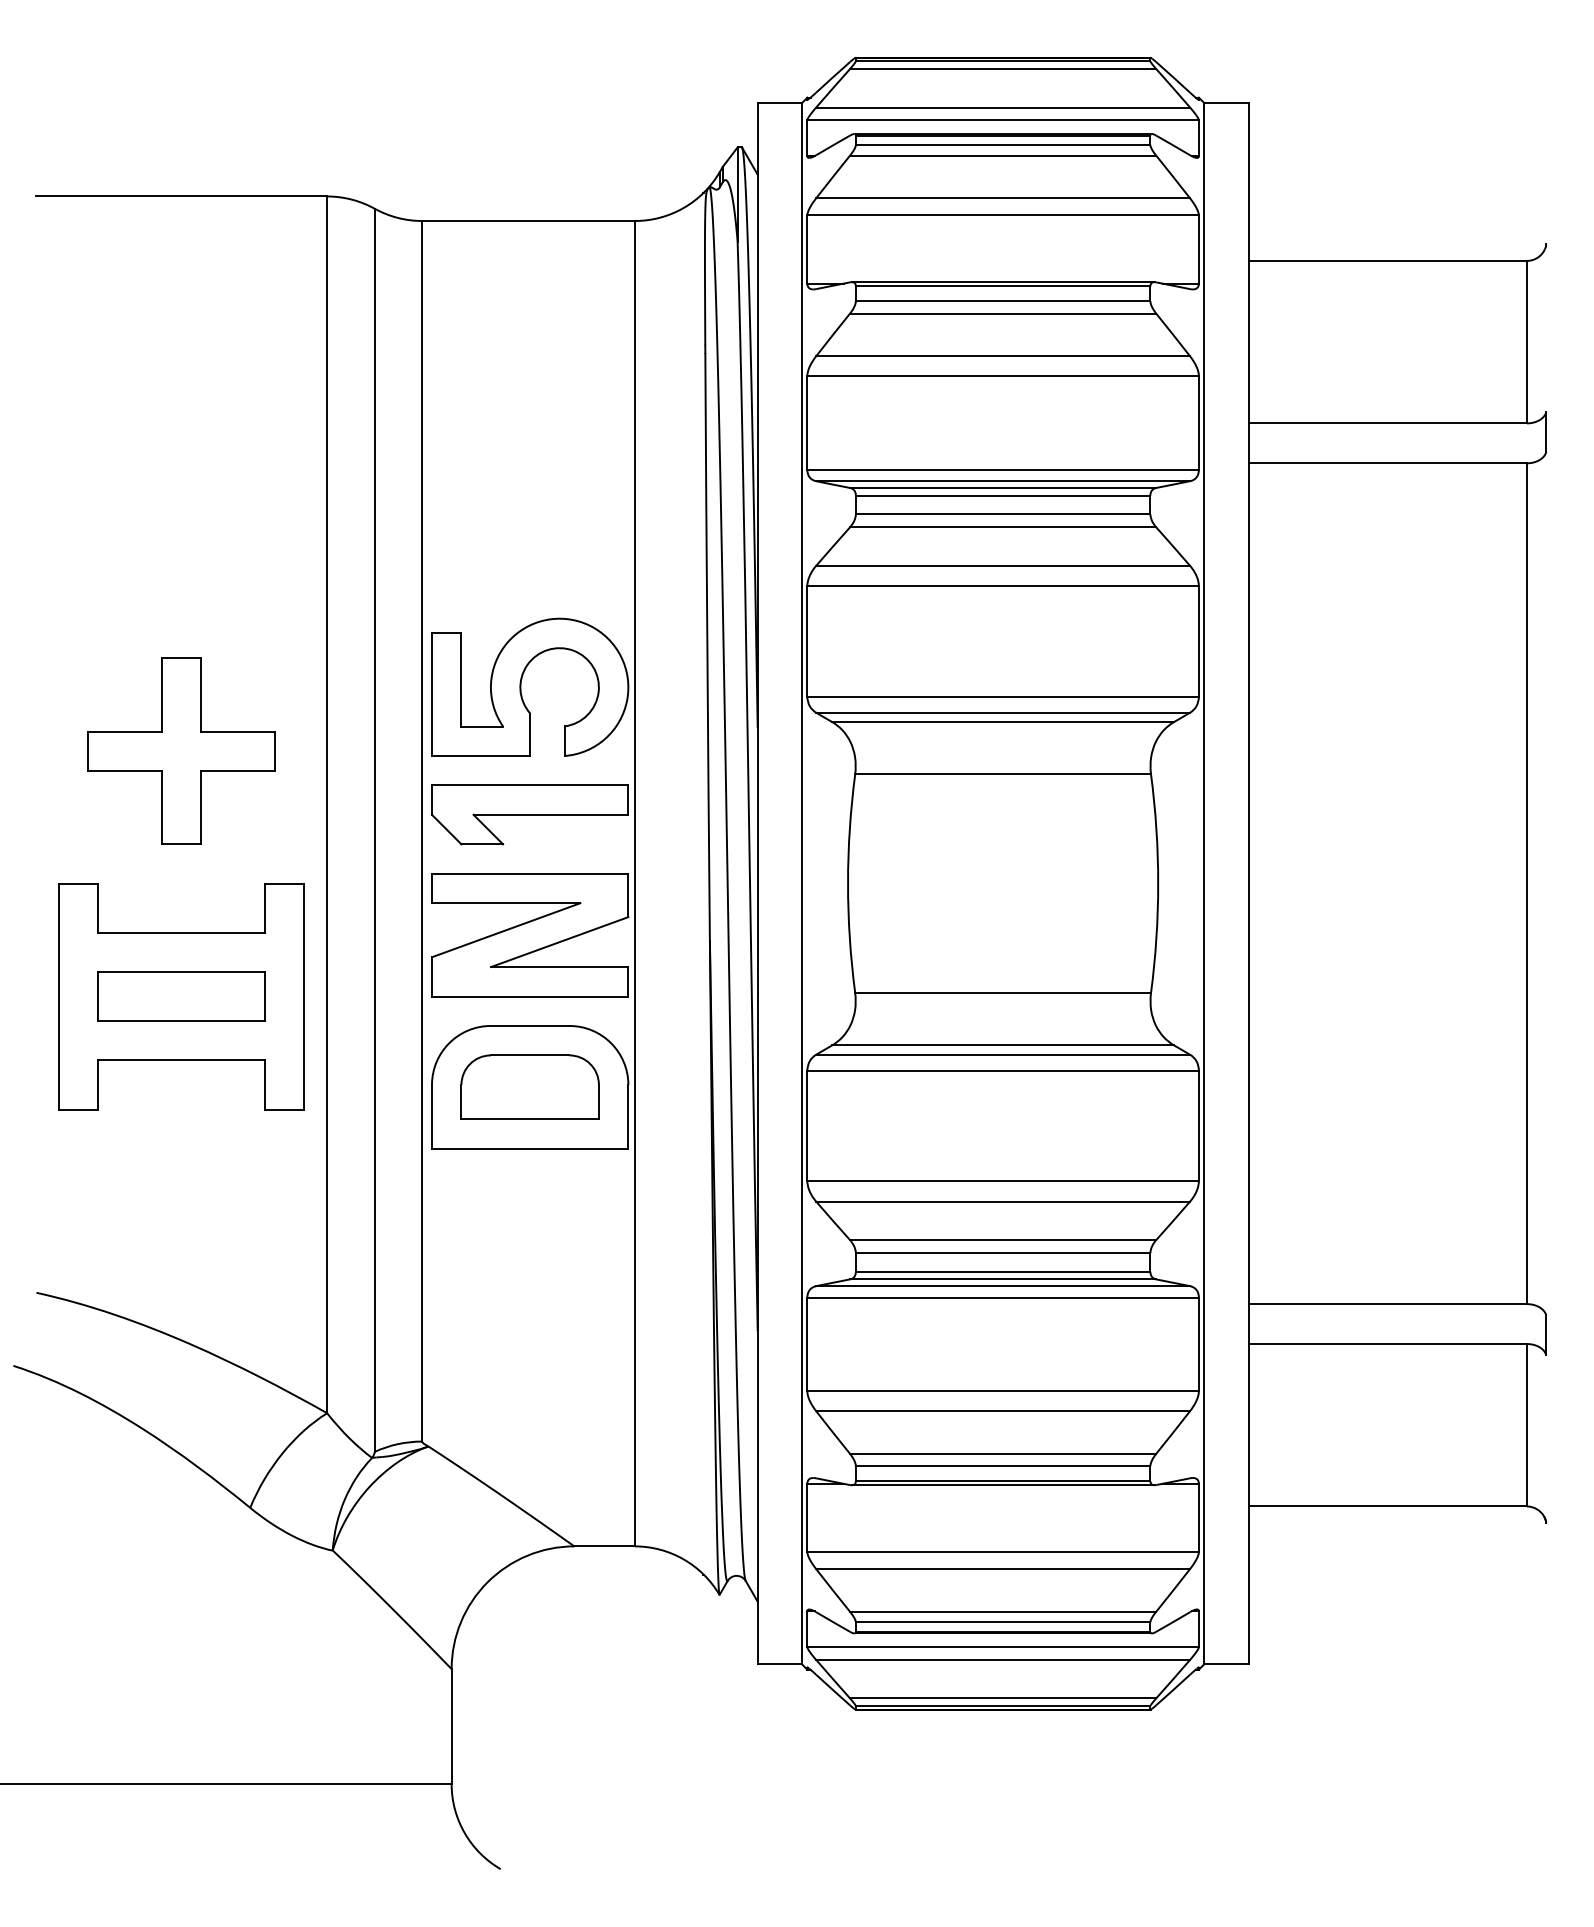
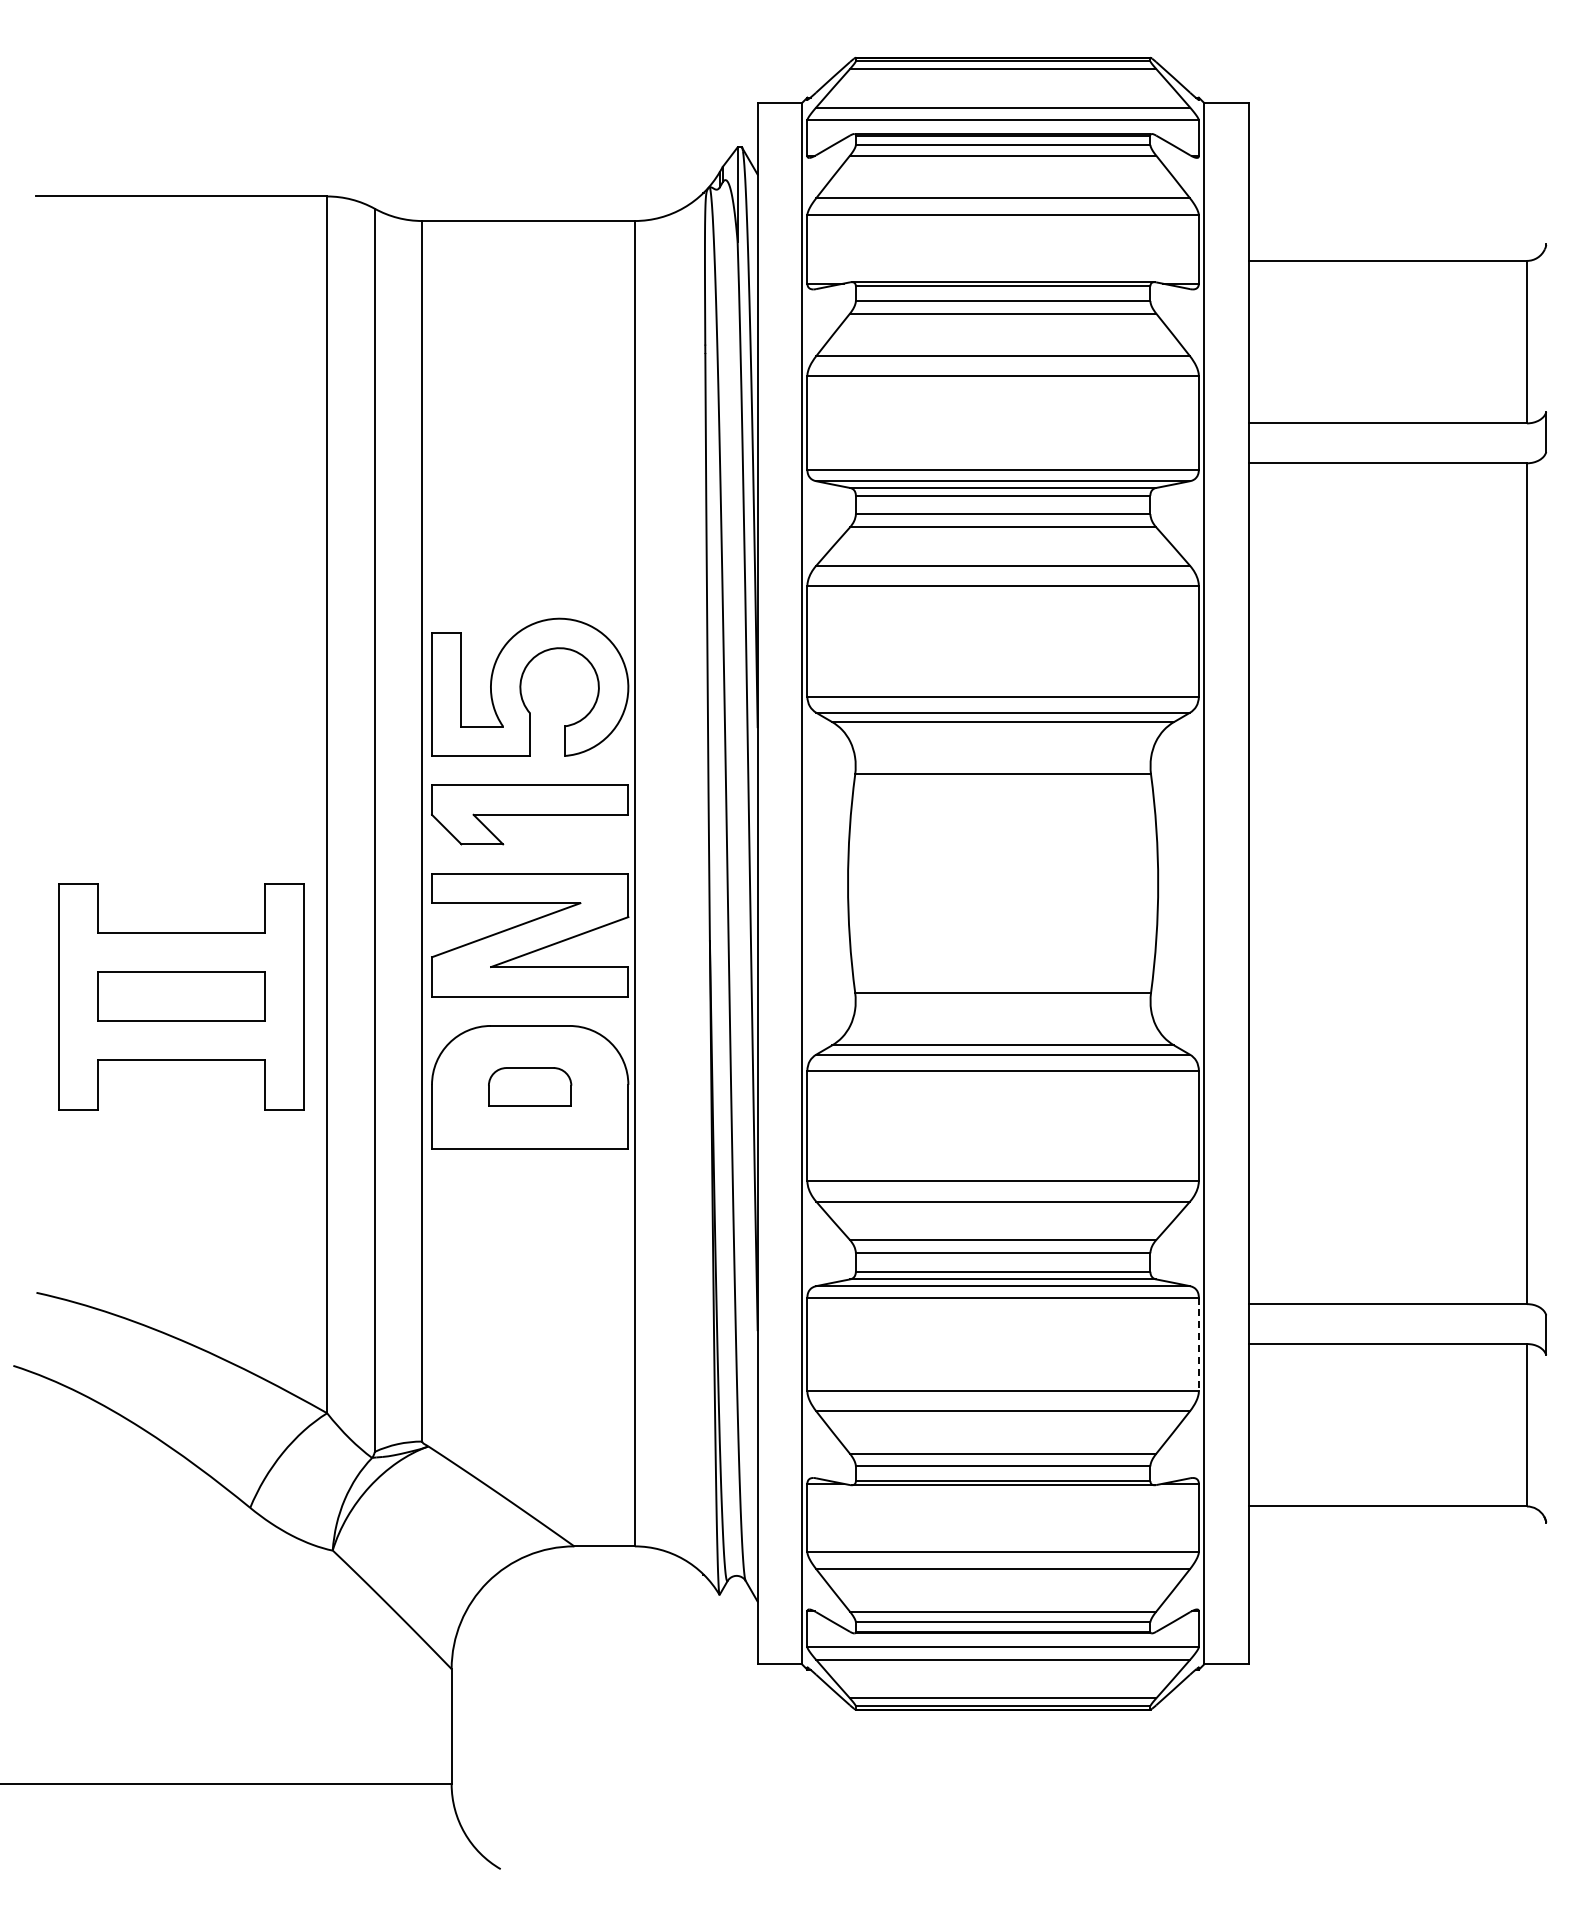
part at (181, 750): present -> none
part at (529, 1086) size: 140x66 px -> 85x40 px
line at (1198, 1344): solid -> dashed
